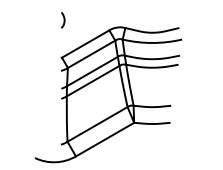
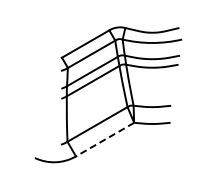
curve at (63, 20): present -> none
line at (105, 139): solid -> dashed
